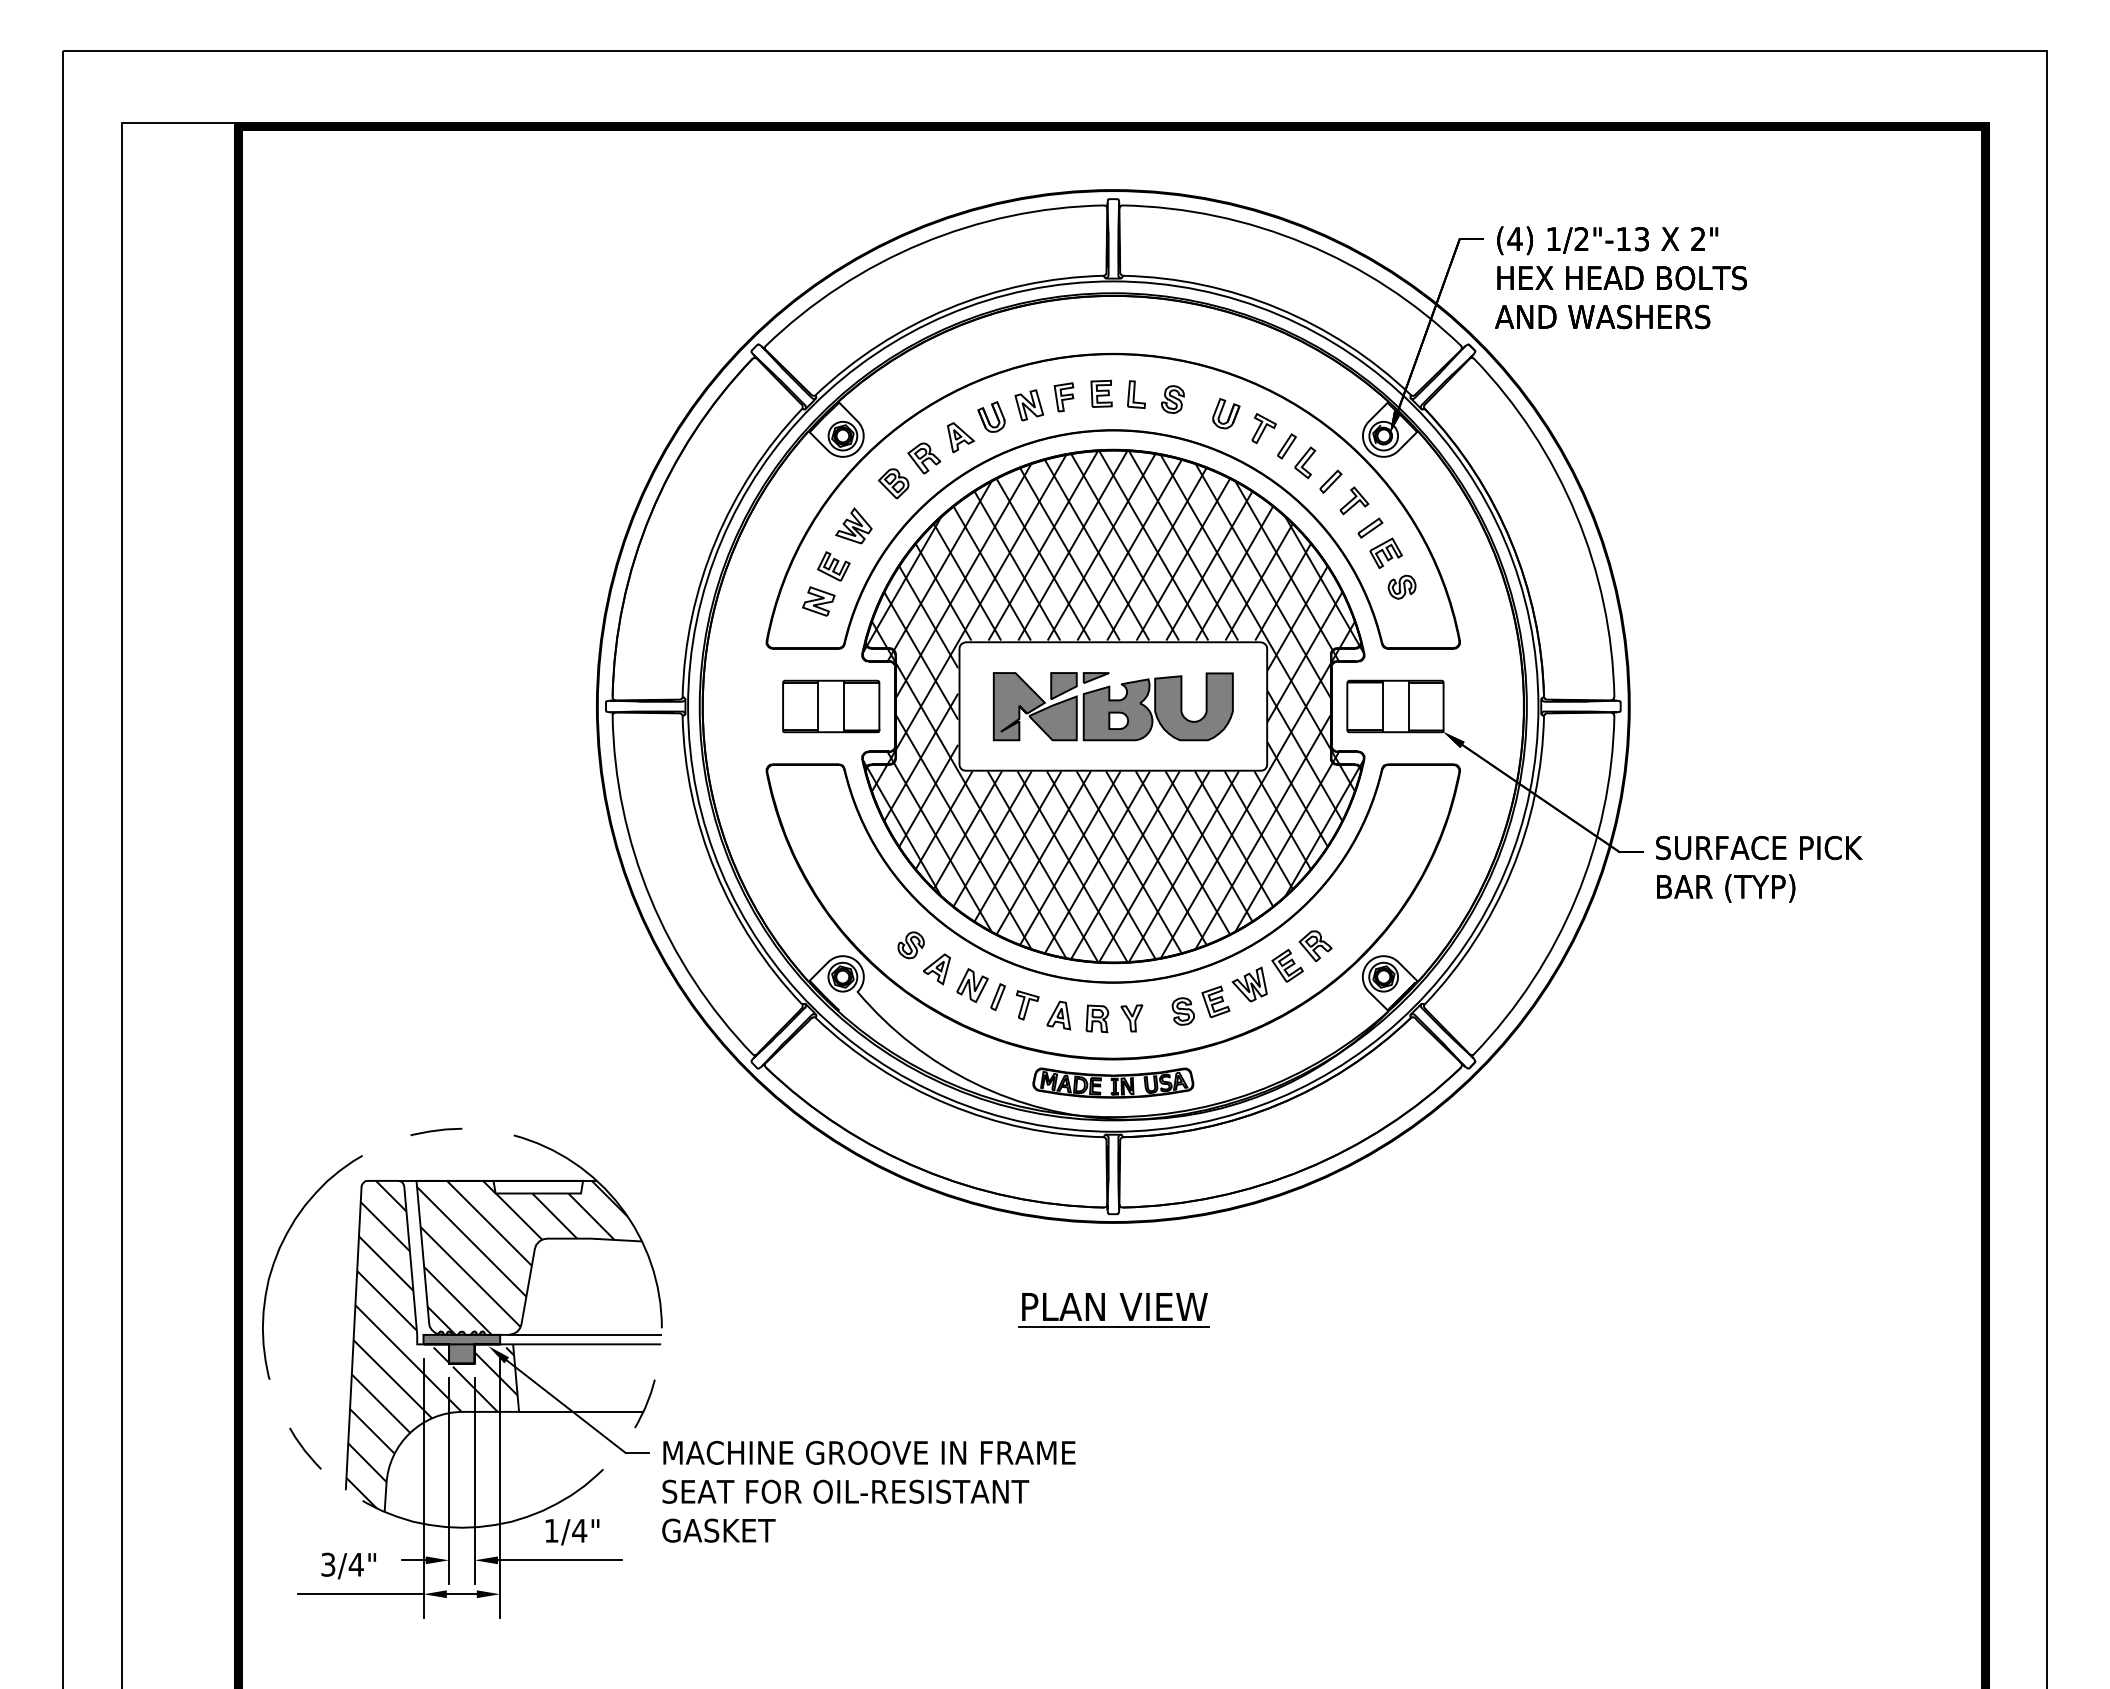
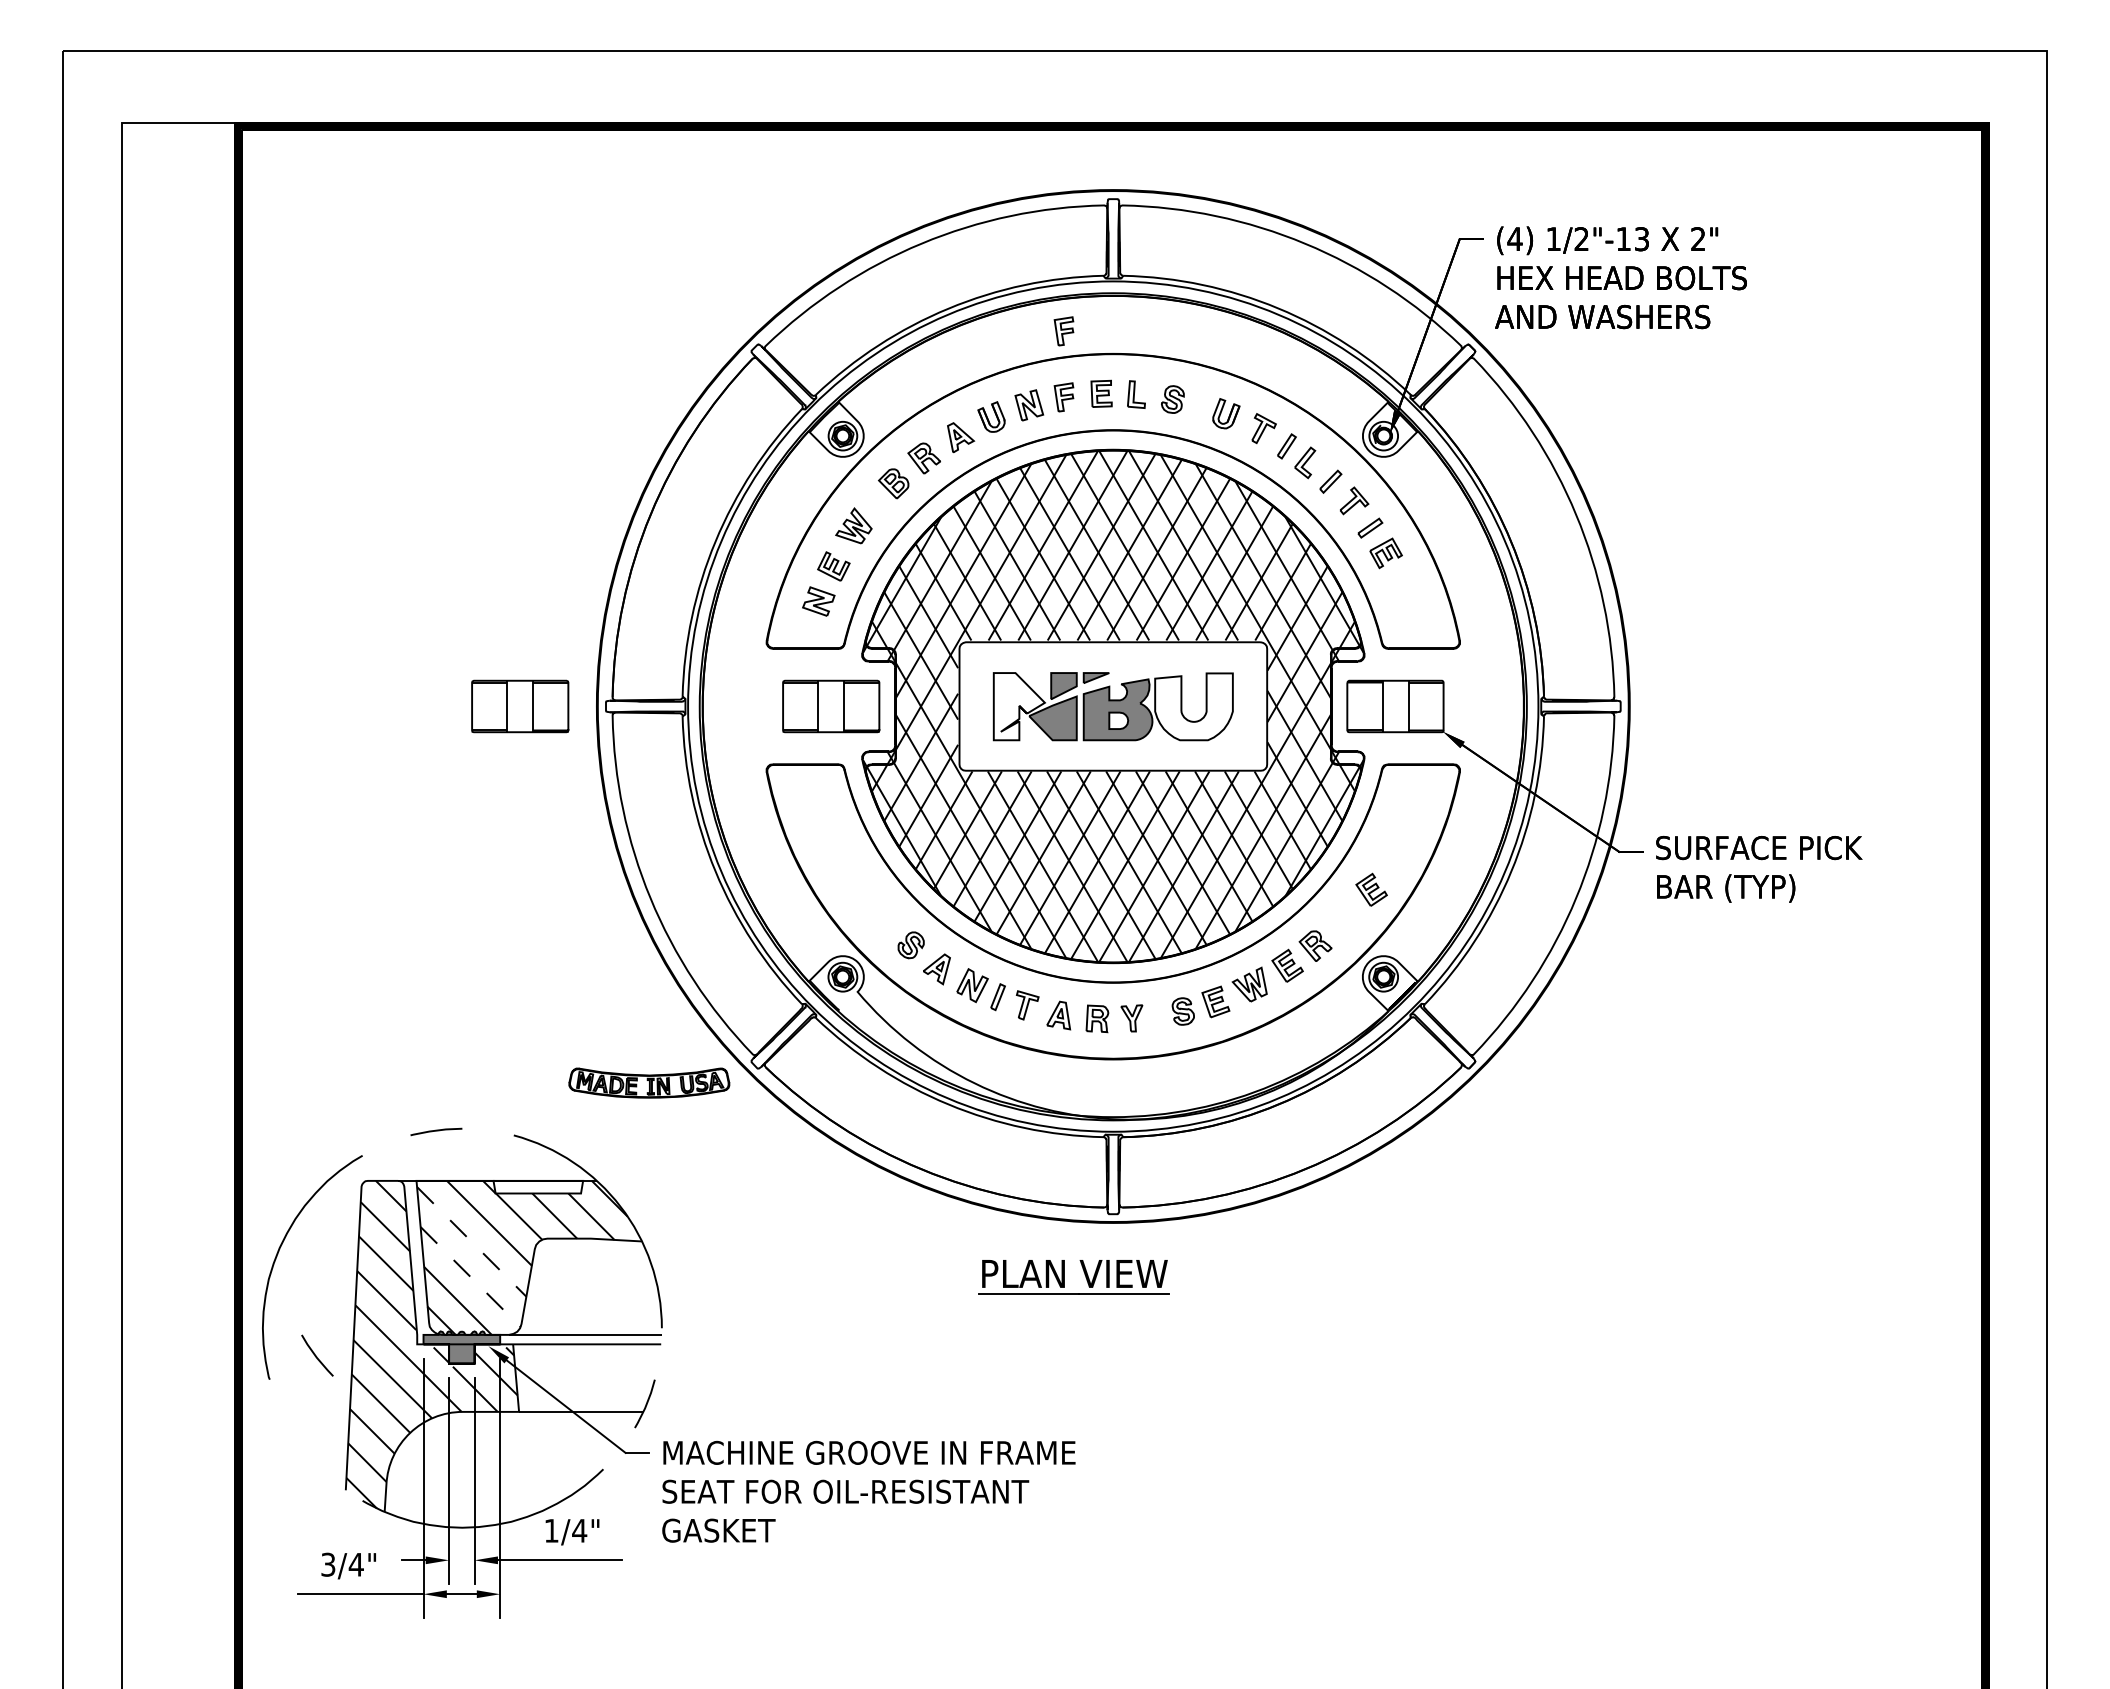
part at (1063, 331): none -> present
part at (1401, 586): present -> none
part at (520, 706): none -> present
fill at (1018, 706): present -> none
fill at (1193, 706): present -> none
part at (1371, 889): none -> present
part at (1113, 1082) position: (1113, 1082) -> (649, 1082)
line at (472, 1242): solid -> dashed
line at (470, 1277): solid -> dashed
part at (1104, 1310) position: (1104, 1310) -> (1064, 1277)
line at (304, 1448) position: (304, 1448) -> (316, 1355)
